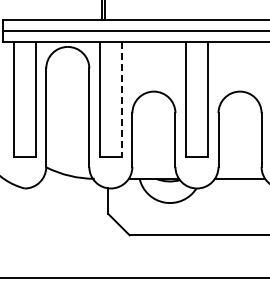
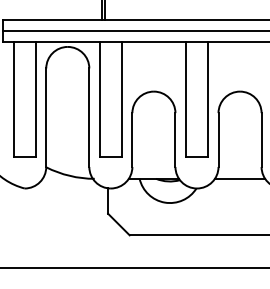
line at (121, 99): dashed -> solid
line at (134, 277) position: (134, 277) -> (134, 267)
